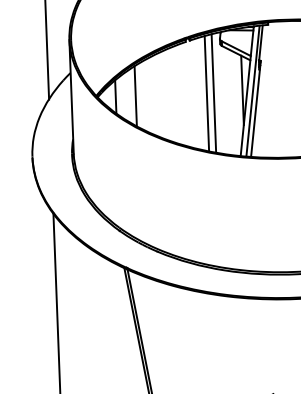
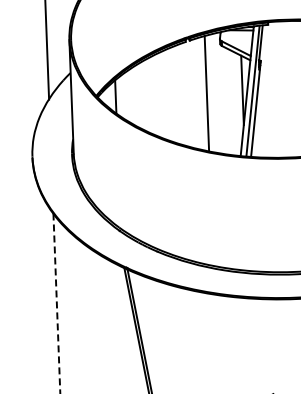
line at (213, 93): present -> none
line at (135, 96): present -> none
line at (56, 303): solid -> dashed
